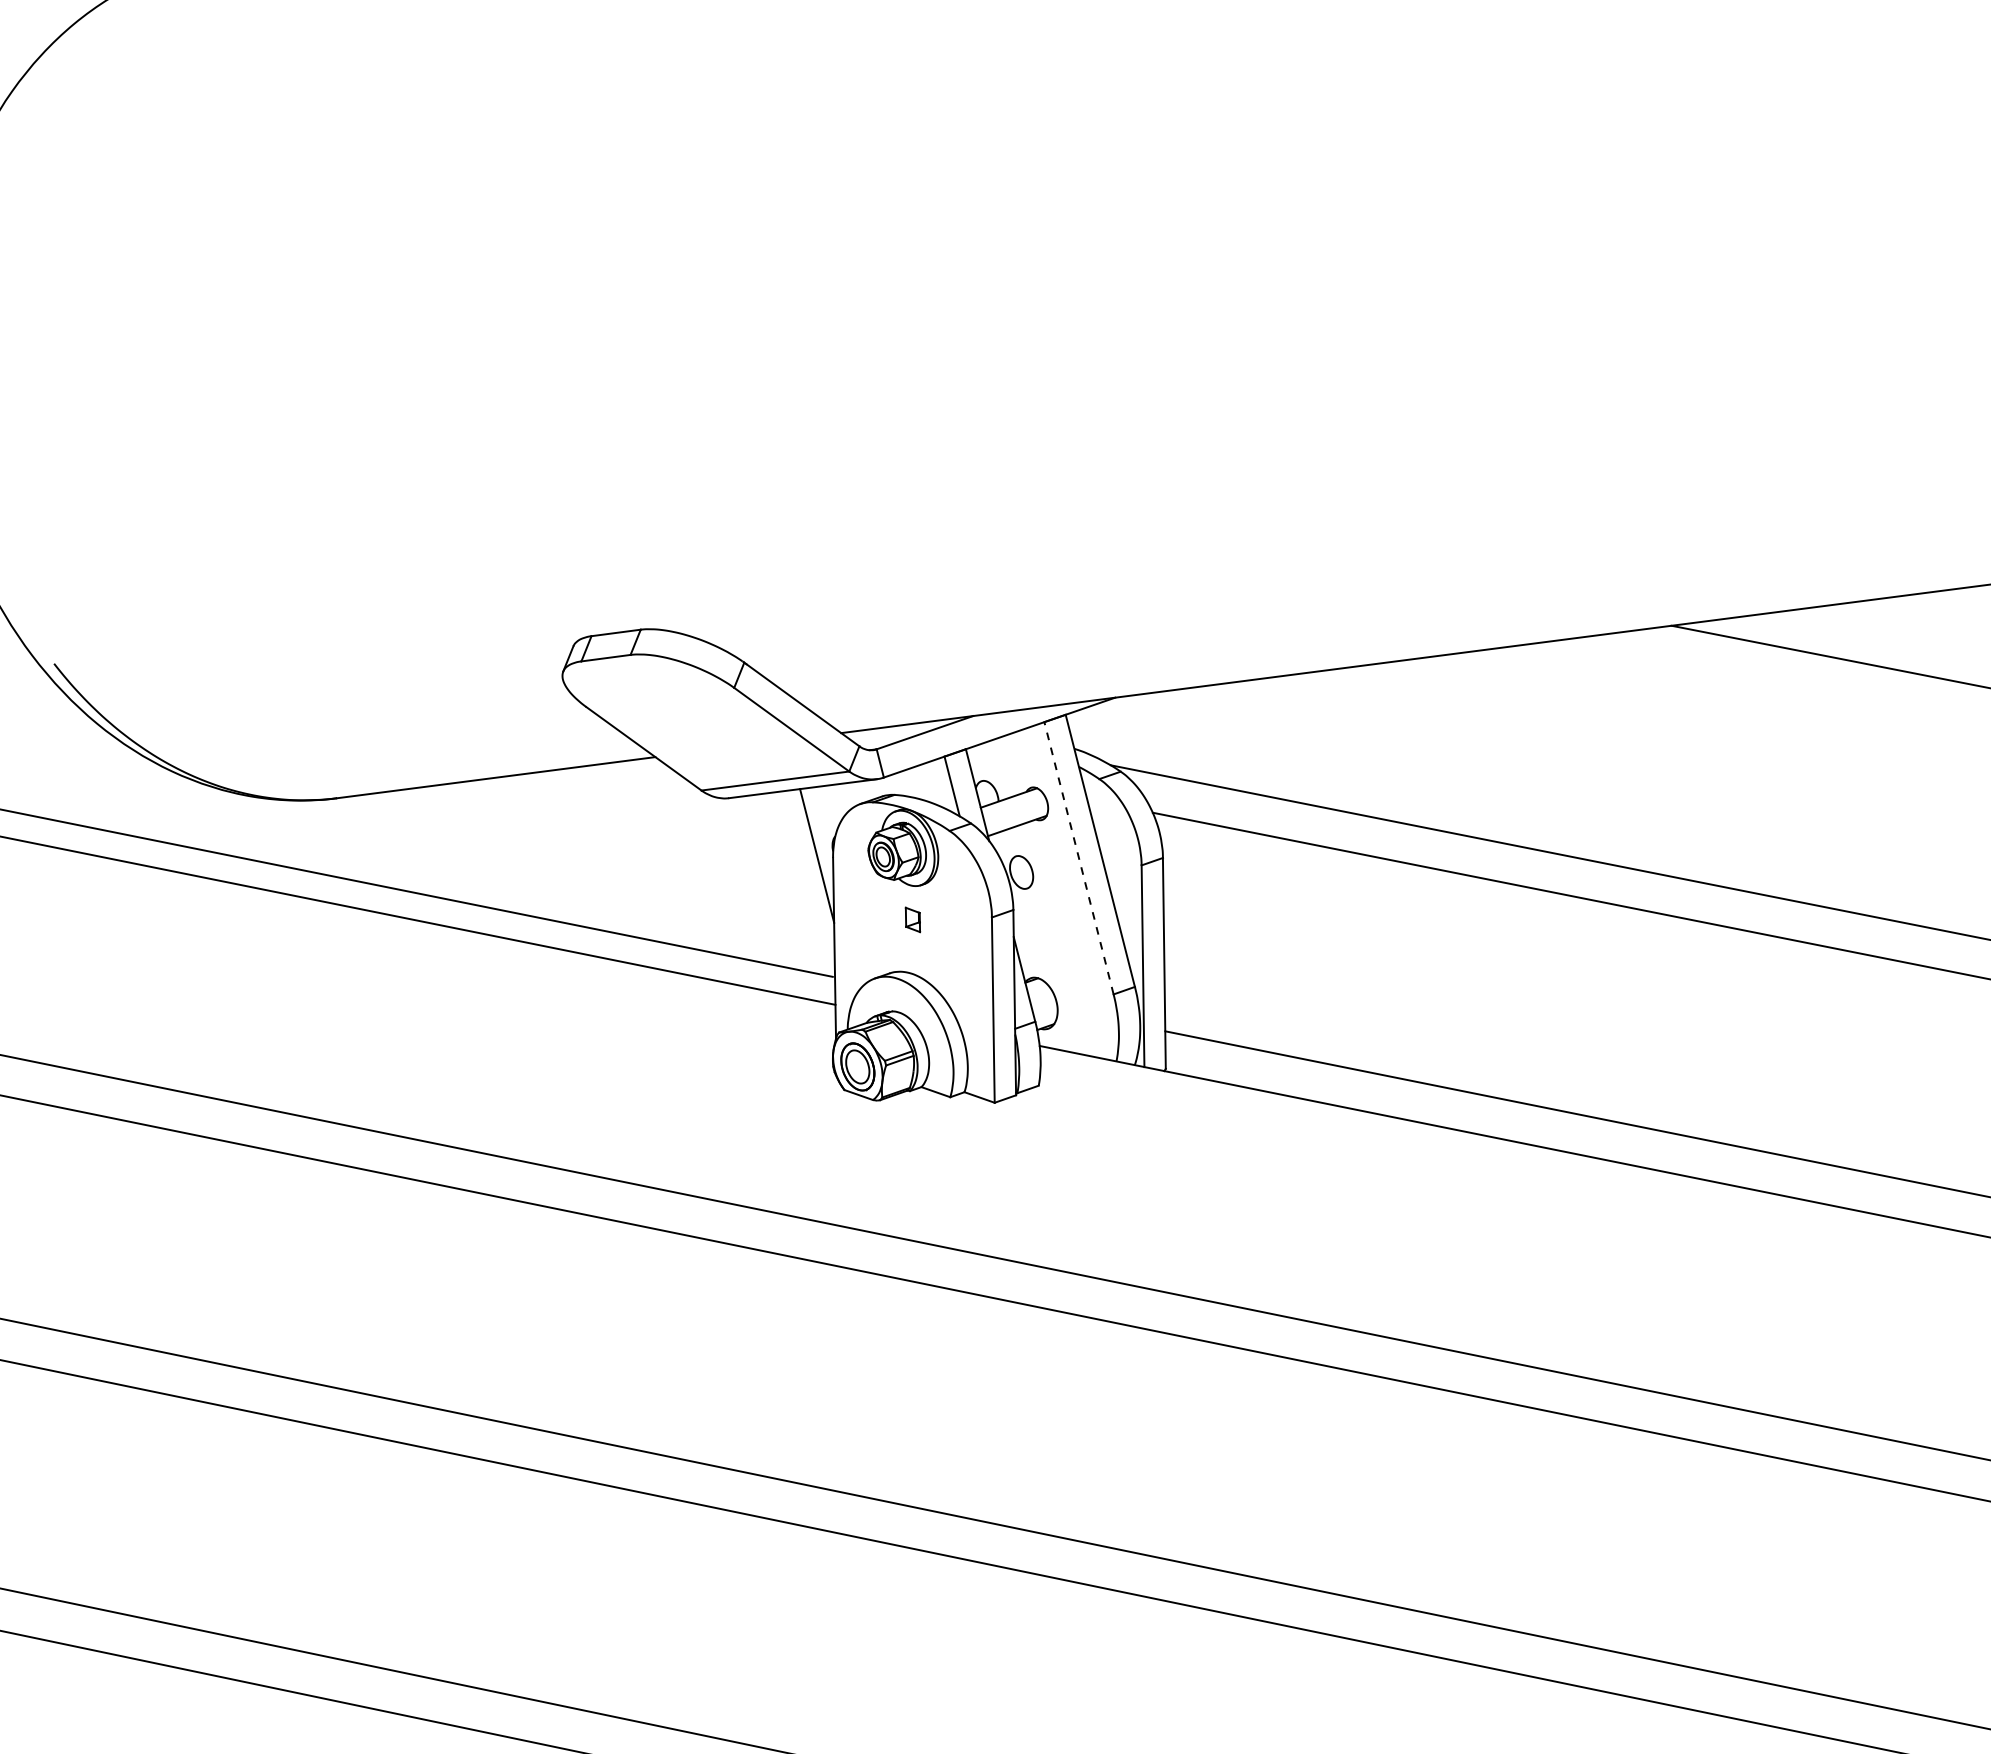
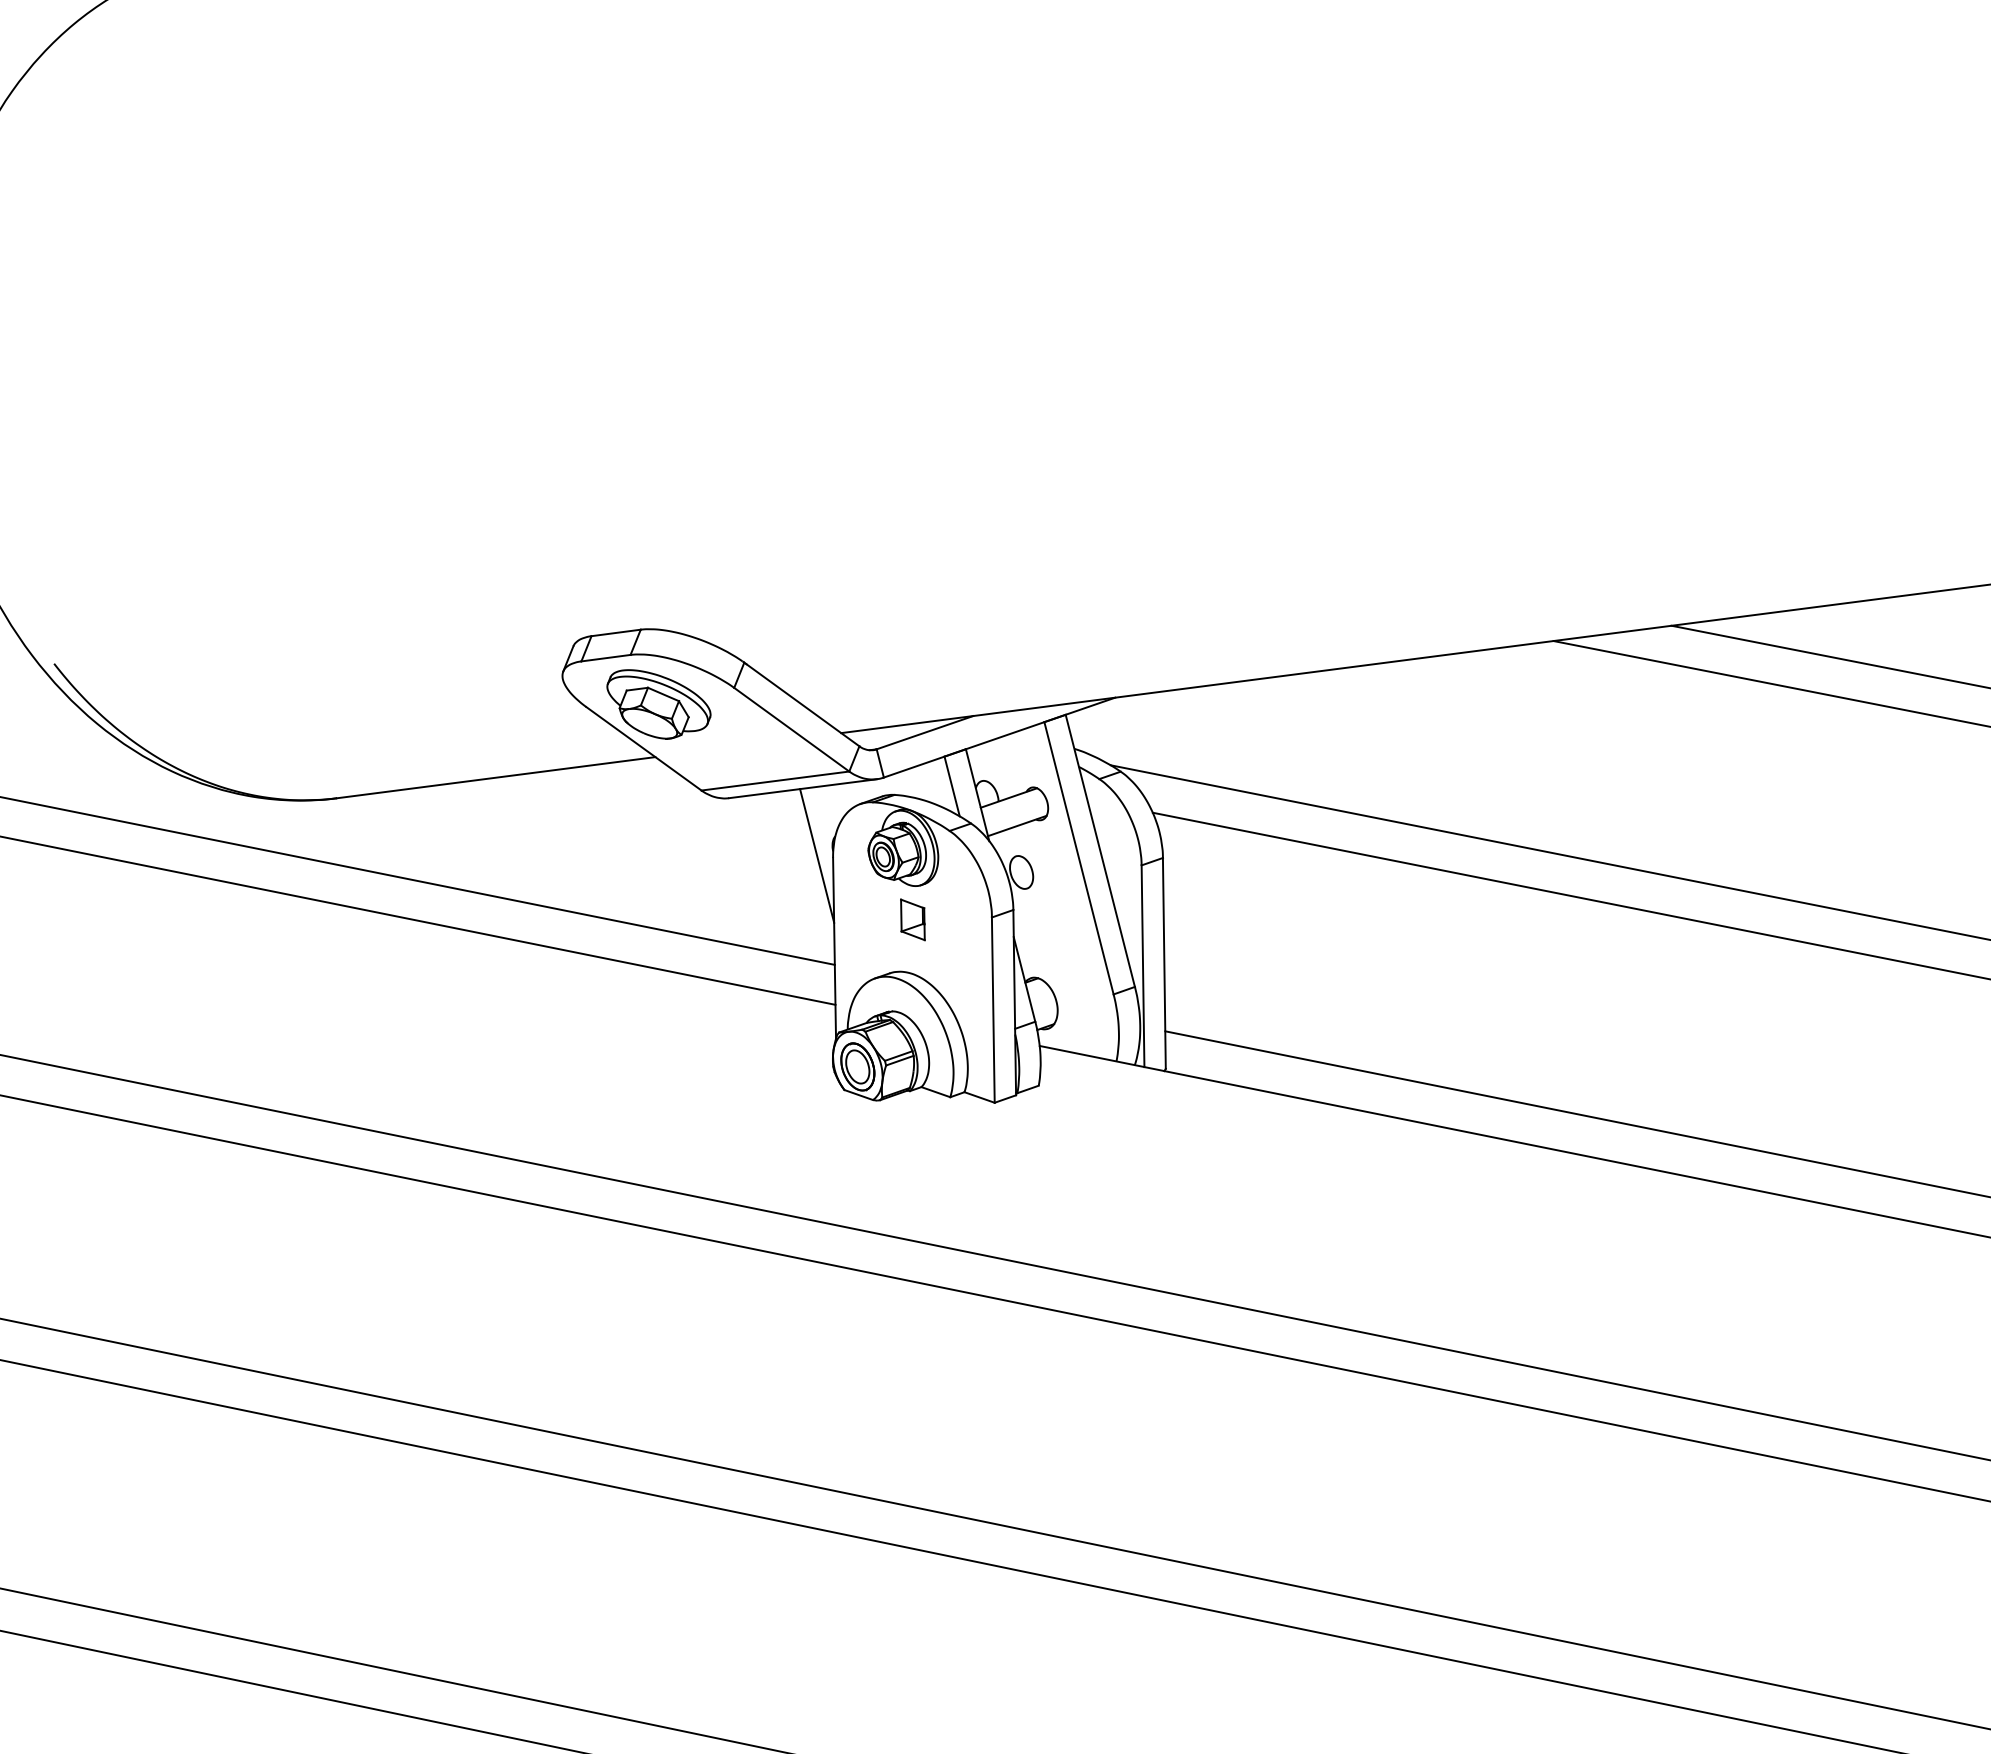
line at (1770, 683): none -> present
part at (658, 704): none -> present
line at (1078, 857): dashed -> solid
line at (417, 892) position: (417, 892) -> (418, 880)
part at (912, 919) size: 18x28 px -> 26x44 px
